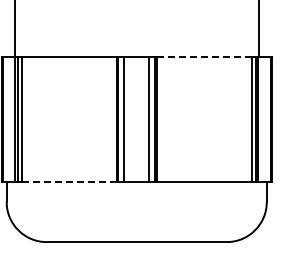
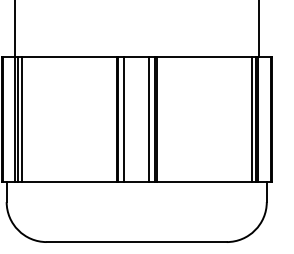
line at (204, 56): dashed -> solid
line at (68, 182): dashed -> solid
